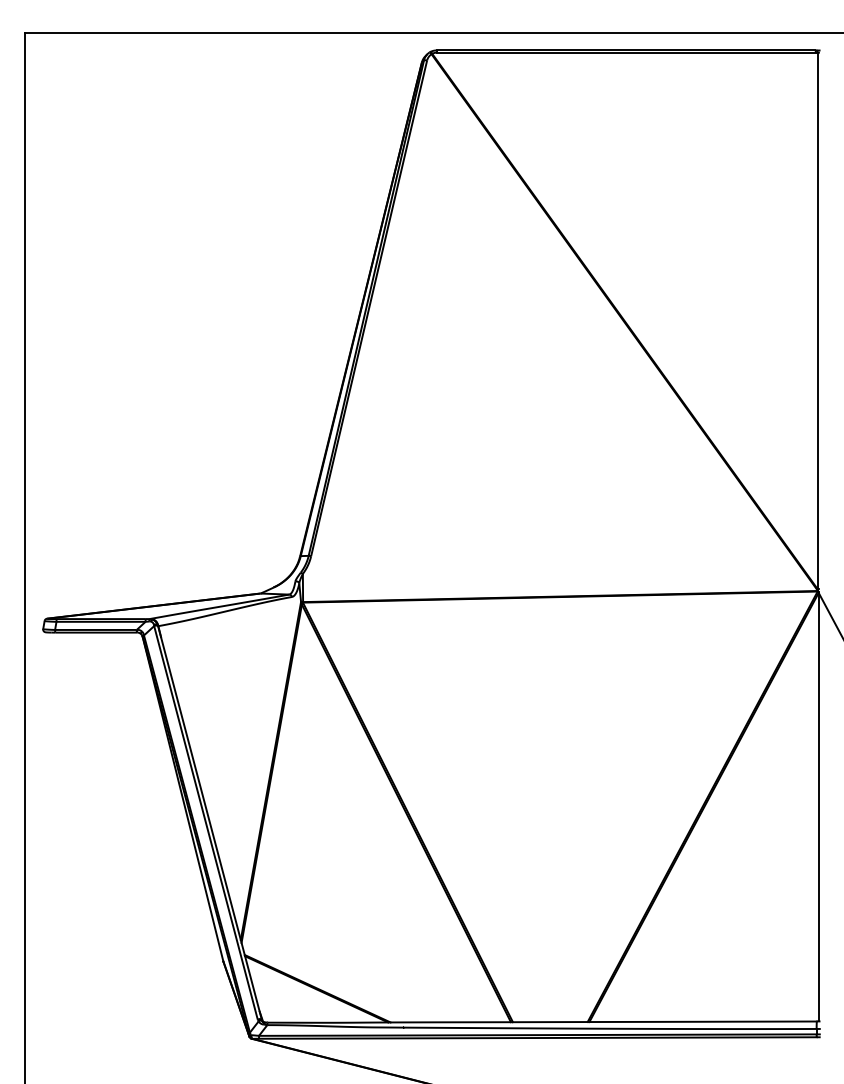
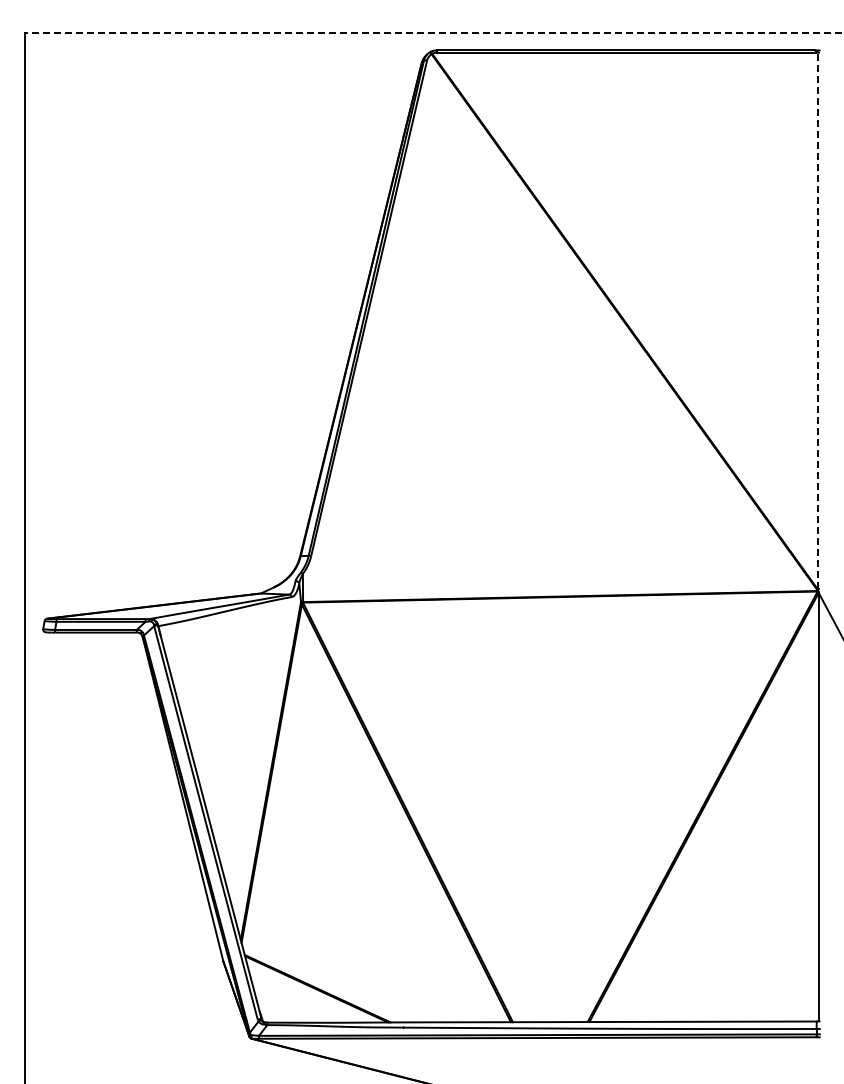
line at (434, 32): solid -> dashed
line at (817, 320): solid -> dashed
